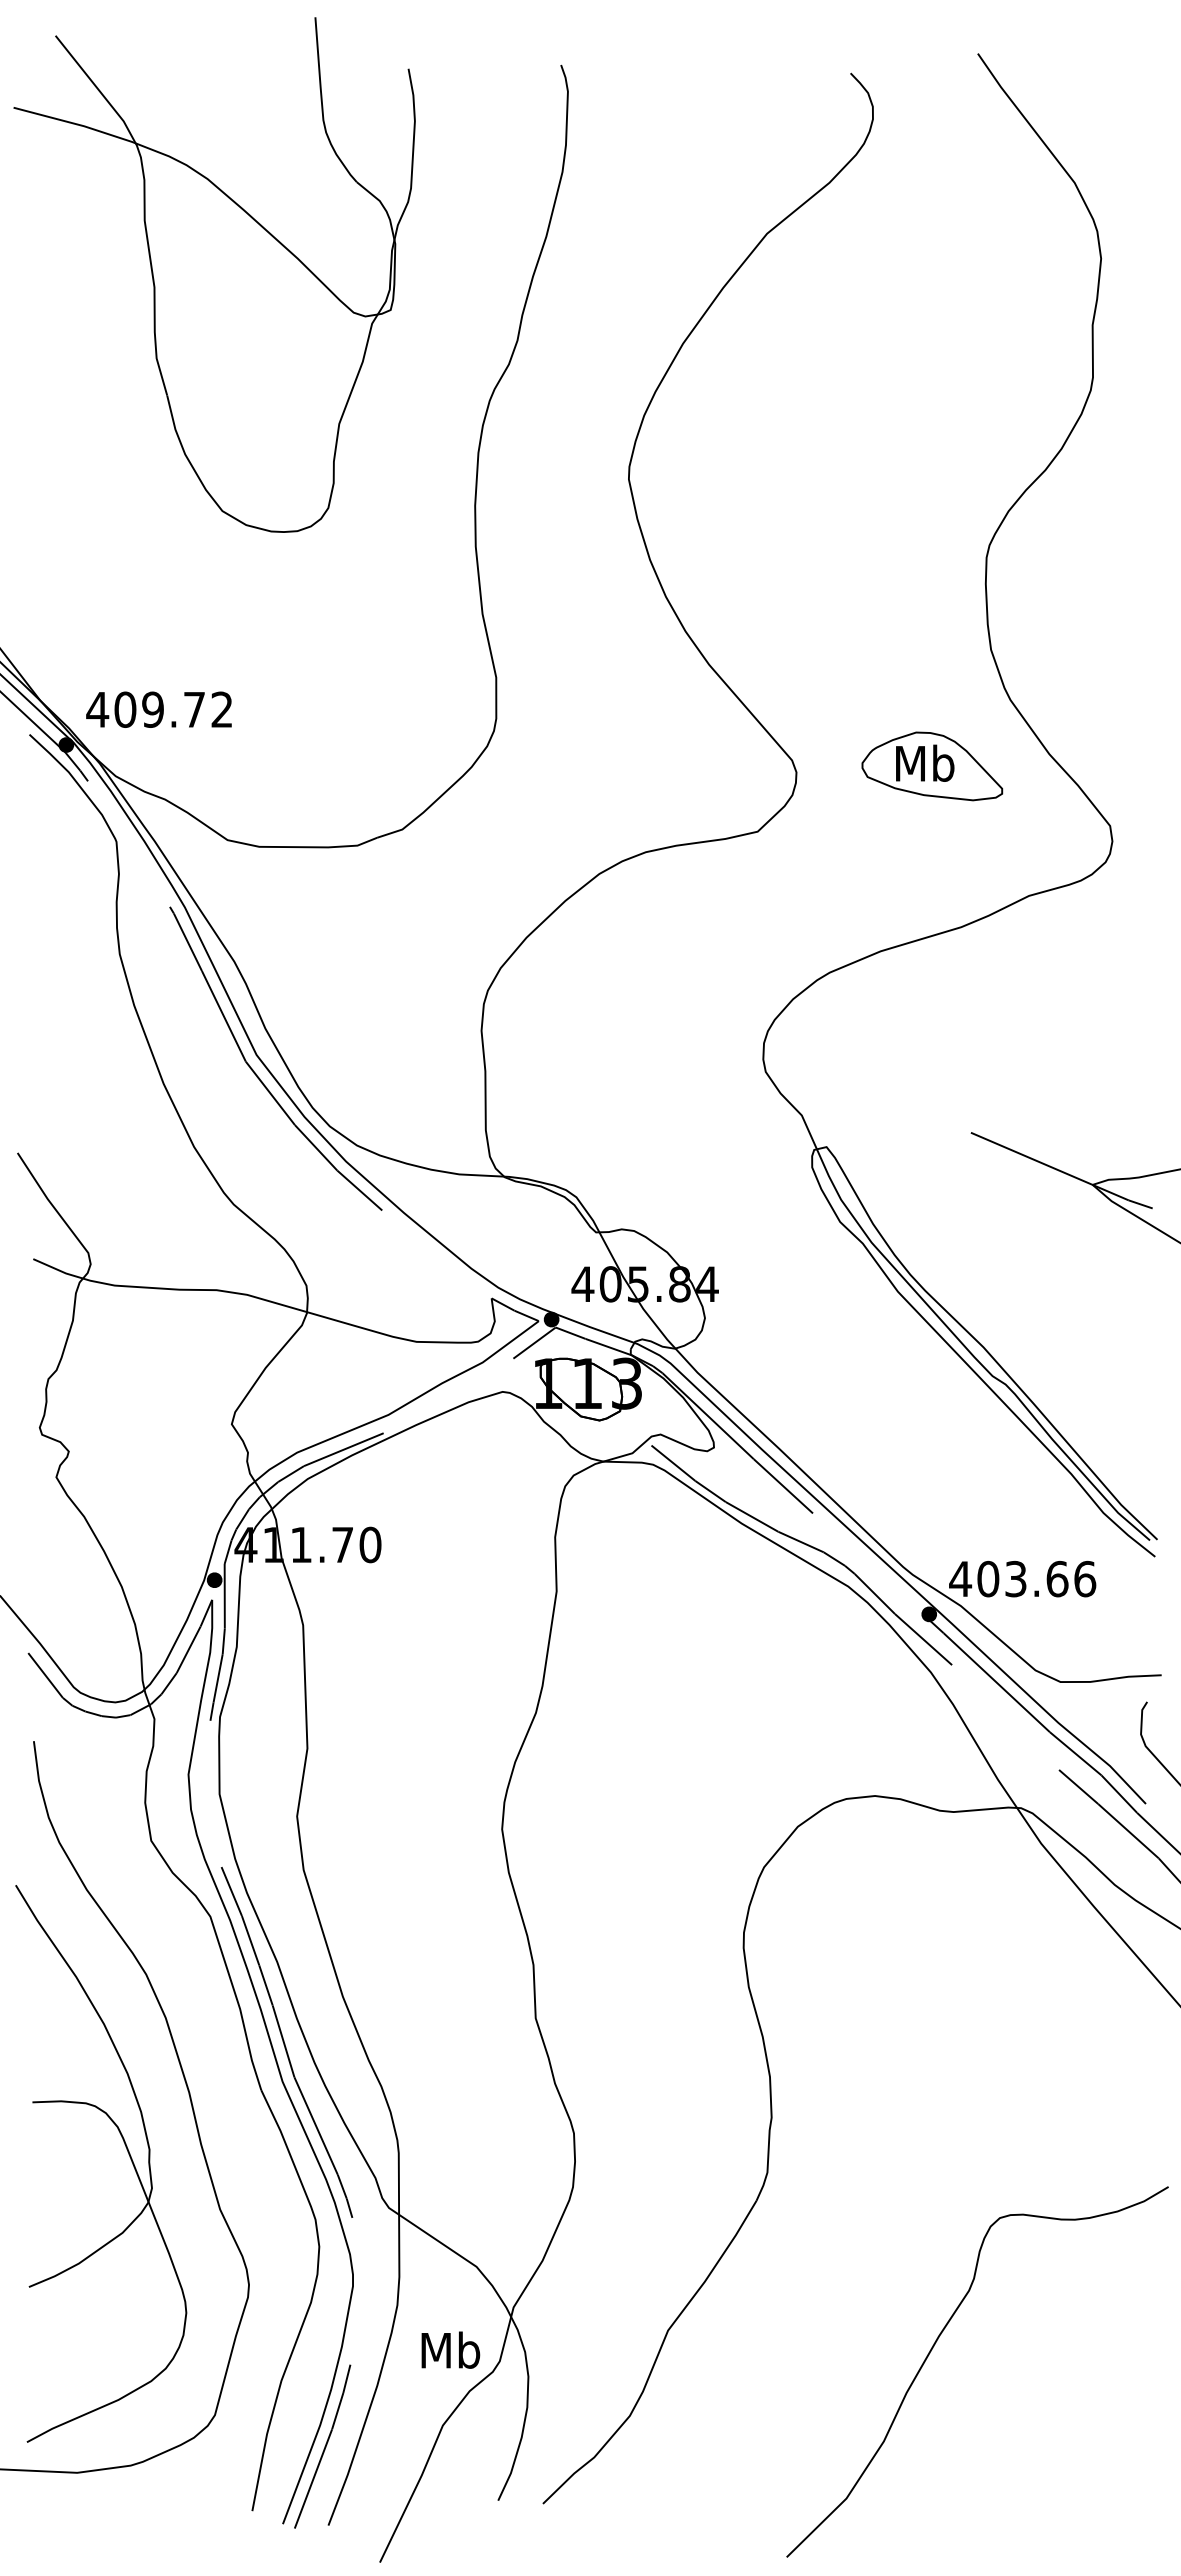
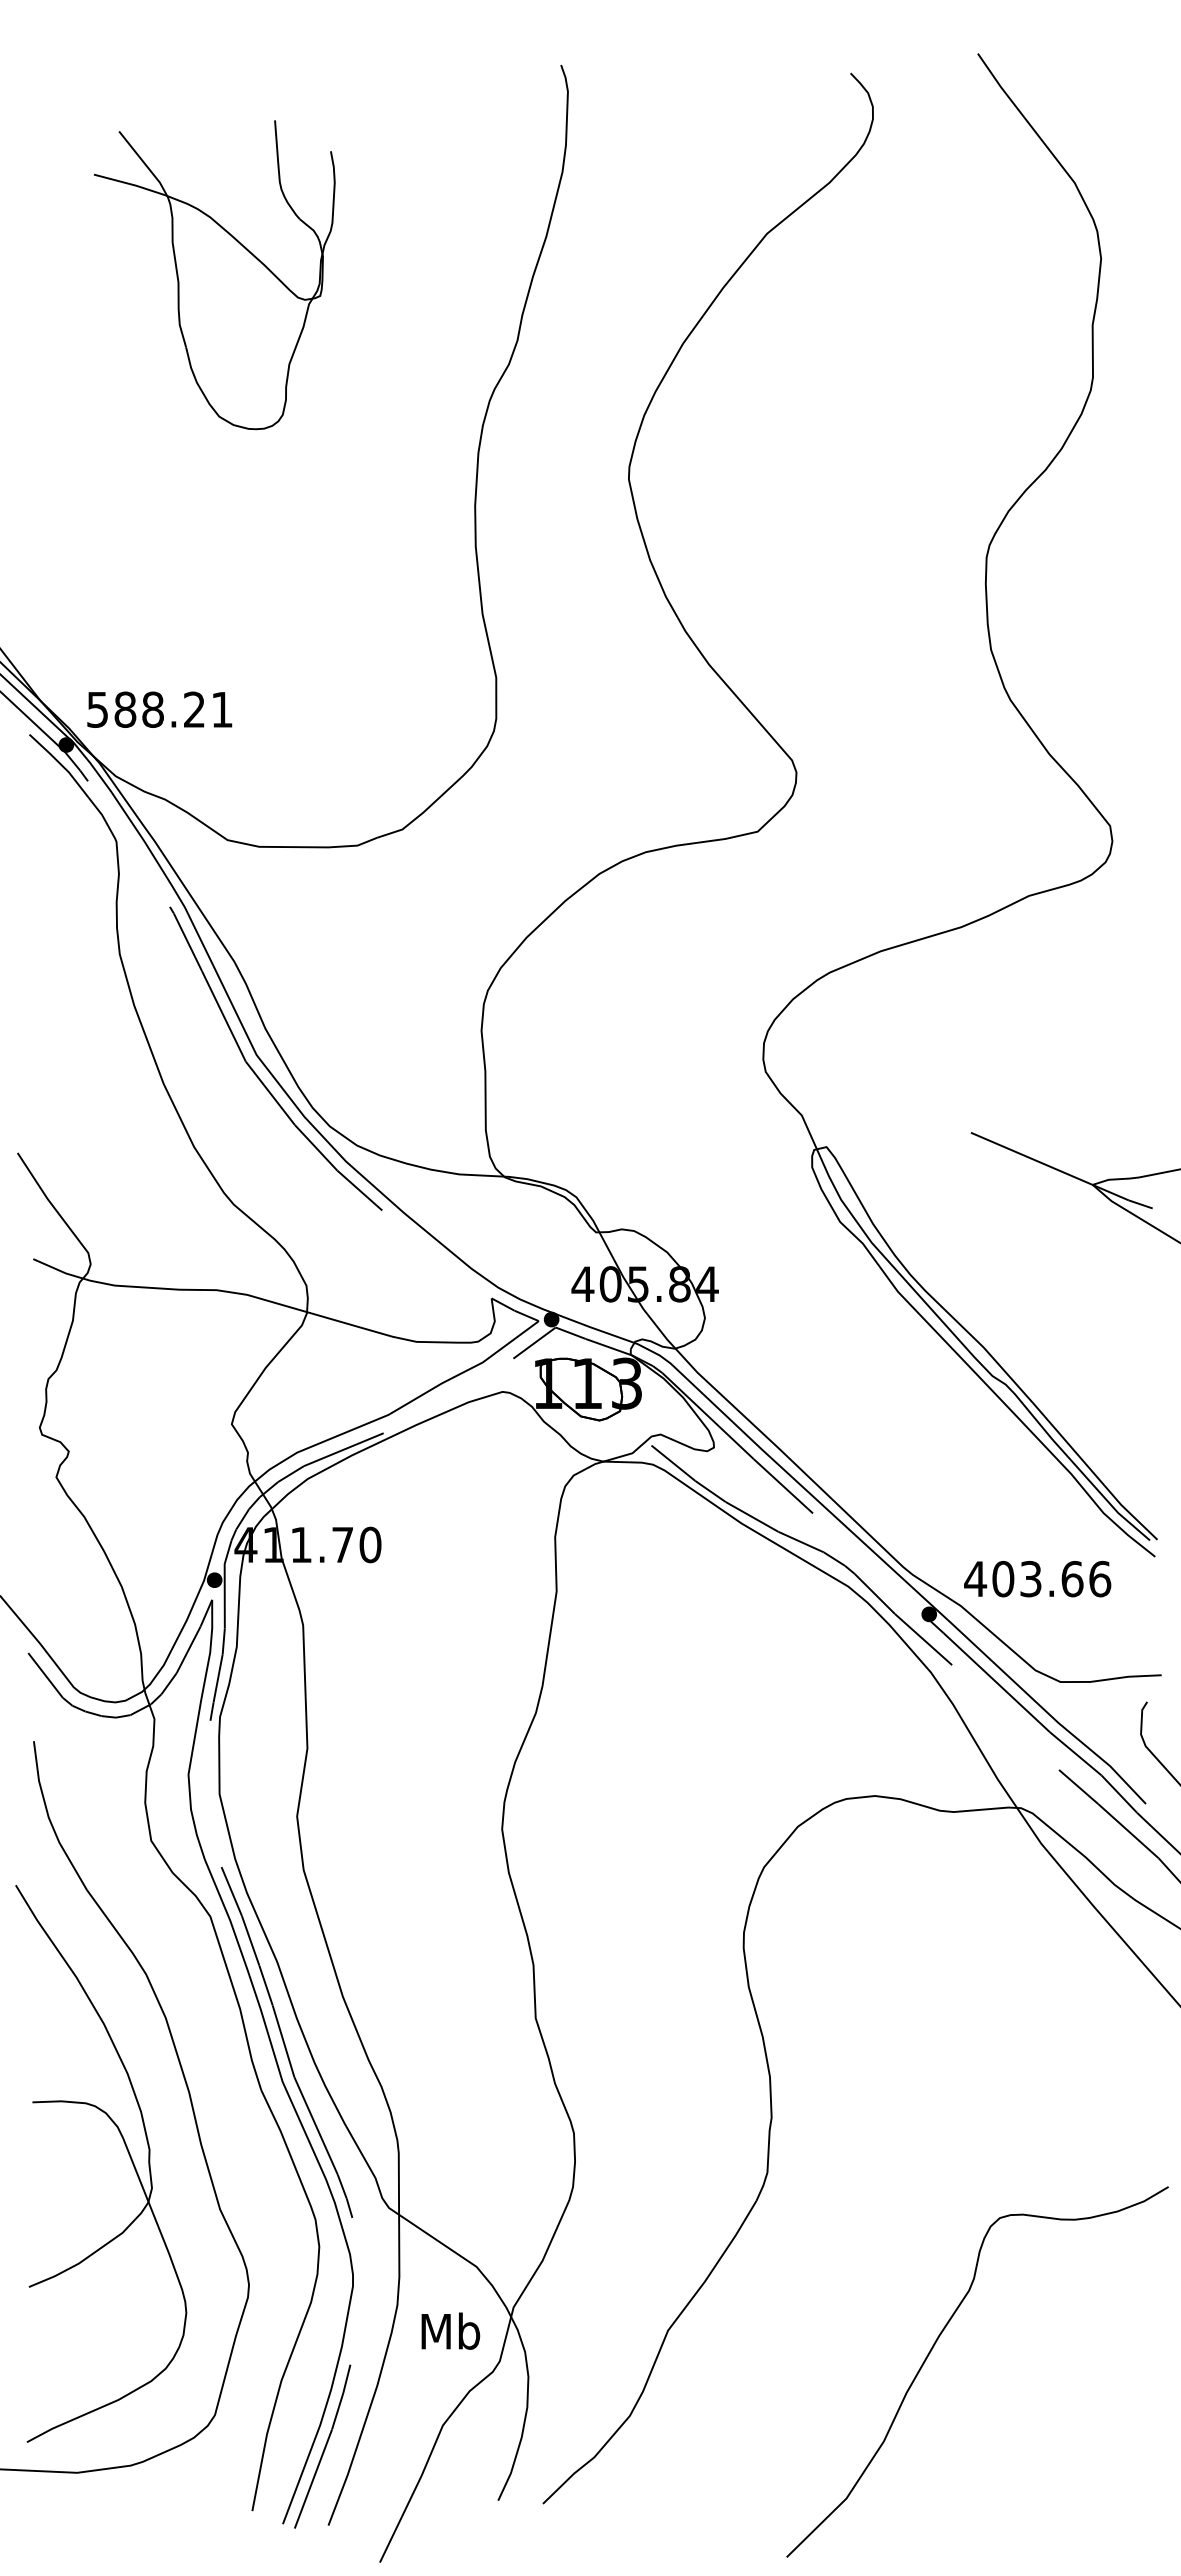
part at (214, 274) size: 403x516 px -> 243x311 px
text at (159, 709): 409.72 -> 588.21
part at (932, 766): present -> none
text at (1022, 1579) position: (1022, 1579) -> (1037, 1579)
text at (450, 2349) position: (450, 2349) -> (450, 2330)
